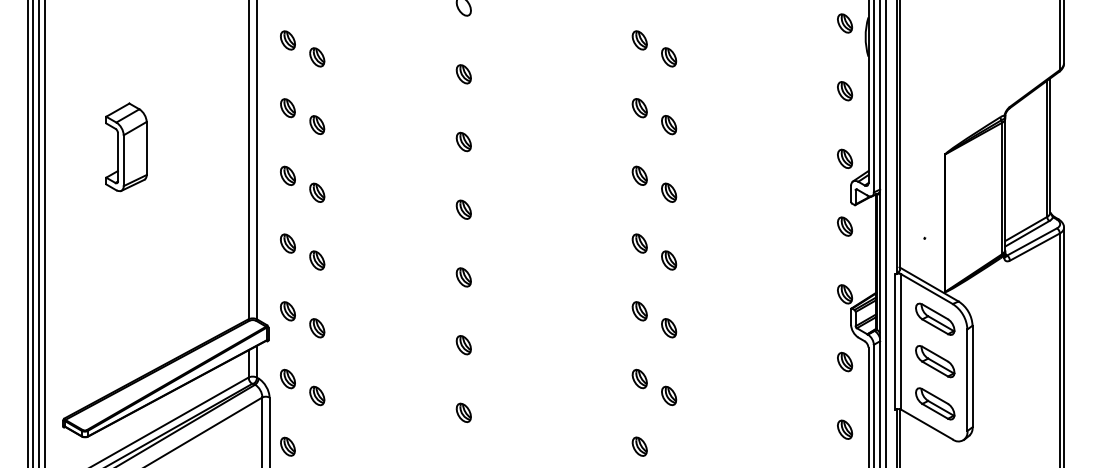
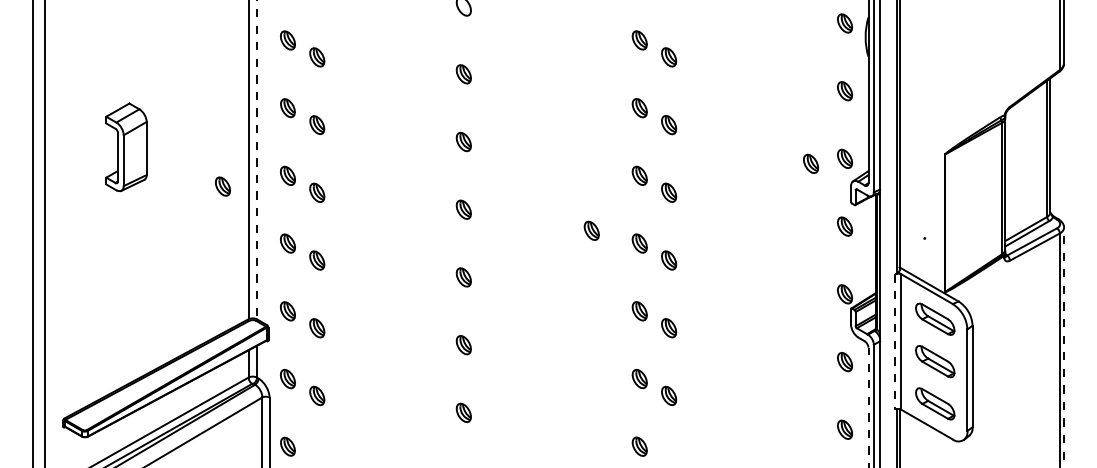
line at (257, 160): solid -> dashed
part at (811, 163): none -> present
part at (222, 186): none -> present
part at (591, 230): none -> present
line at (27, 233): present -> none
line at (39, 233): present -> none
line at (885, 233): present -> none
line at (895, 341): solid -> dashed
line at (1064, 347): solid -> dashed
line at (868, 407): solid -> dashed
